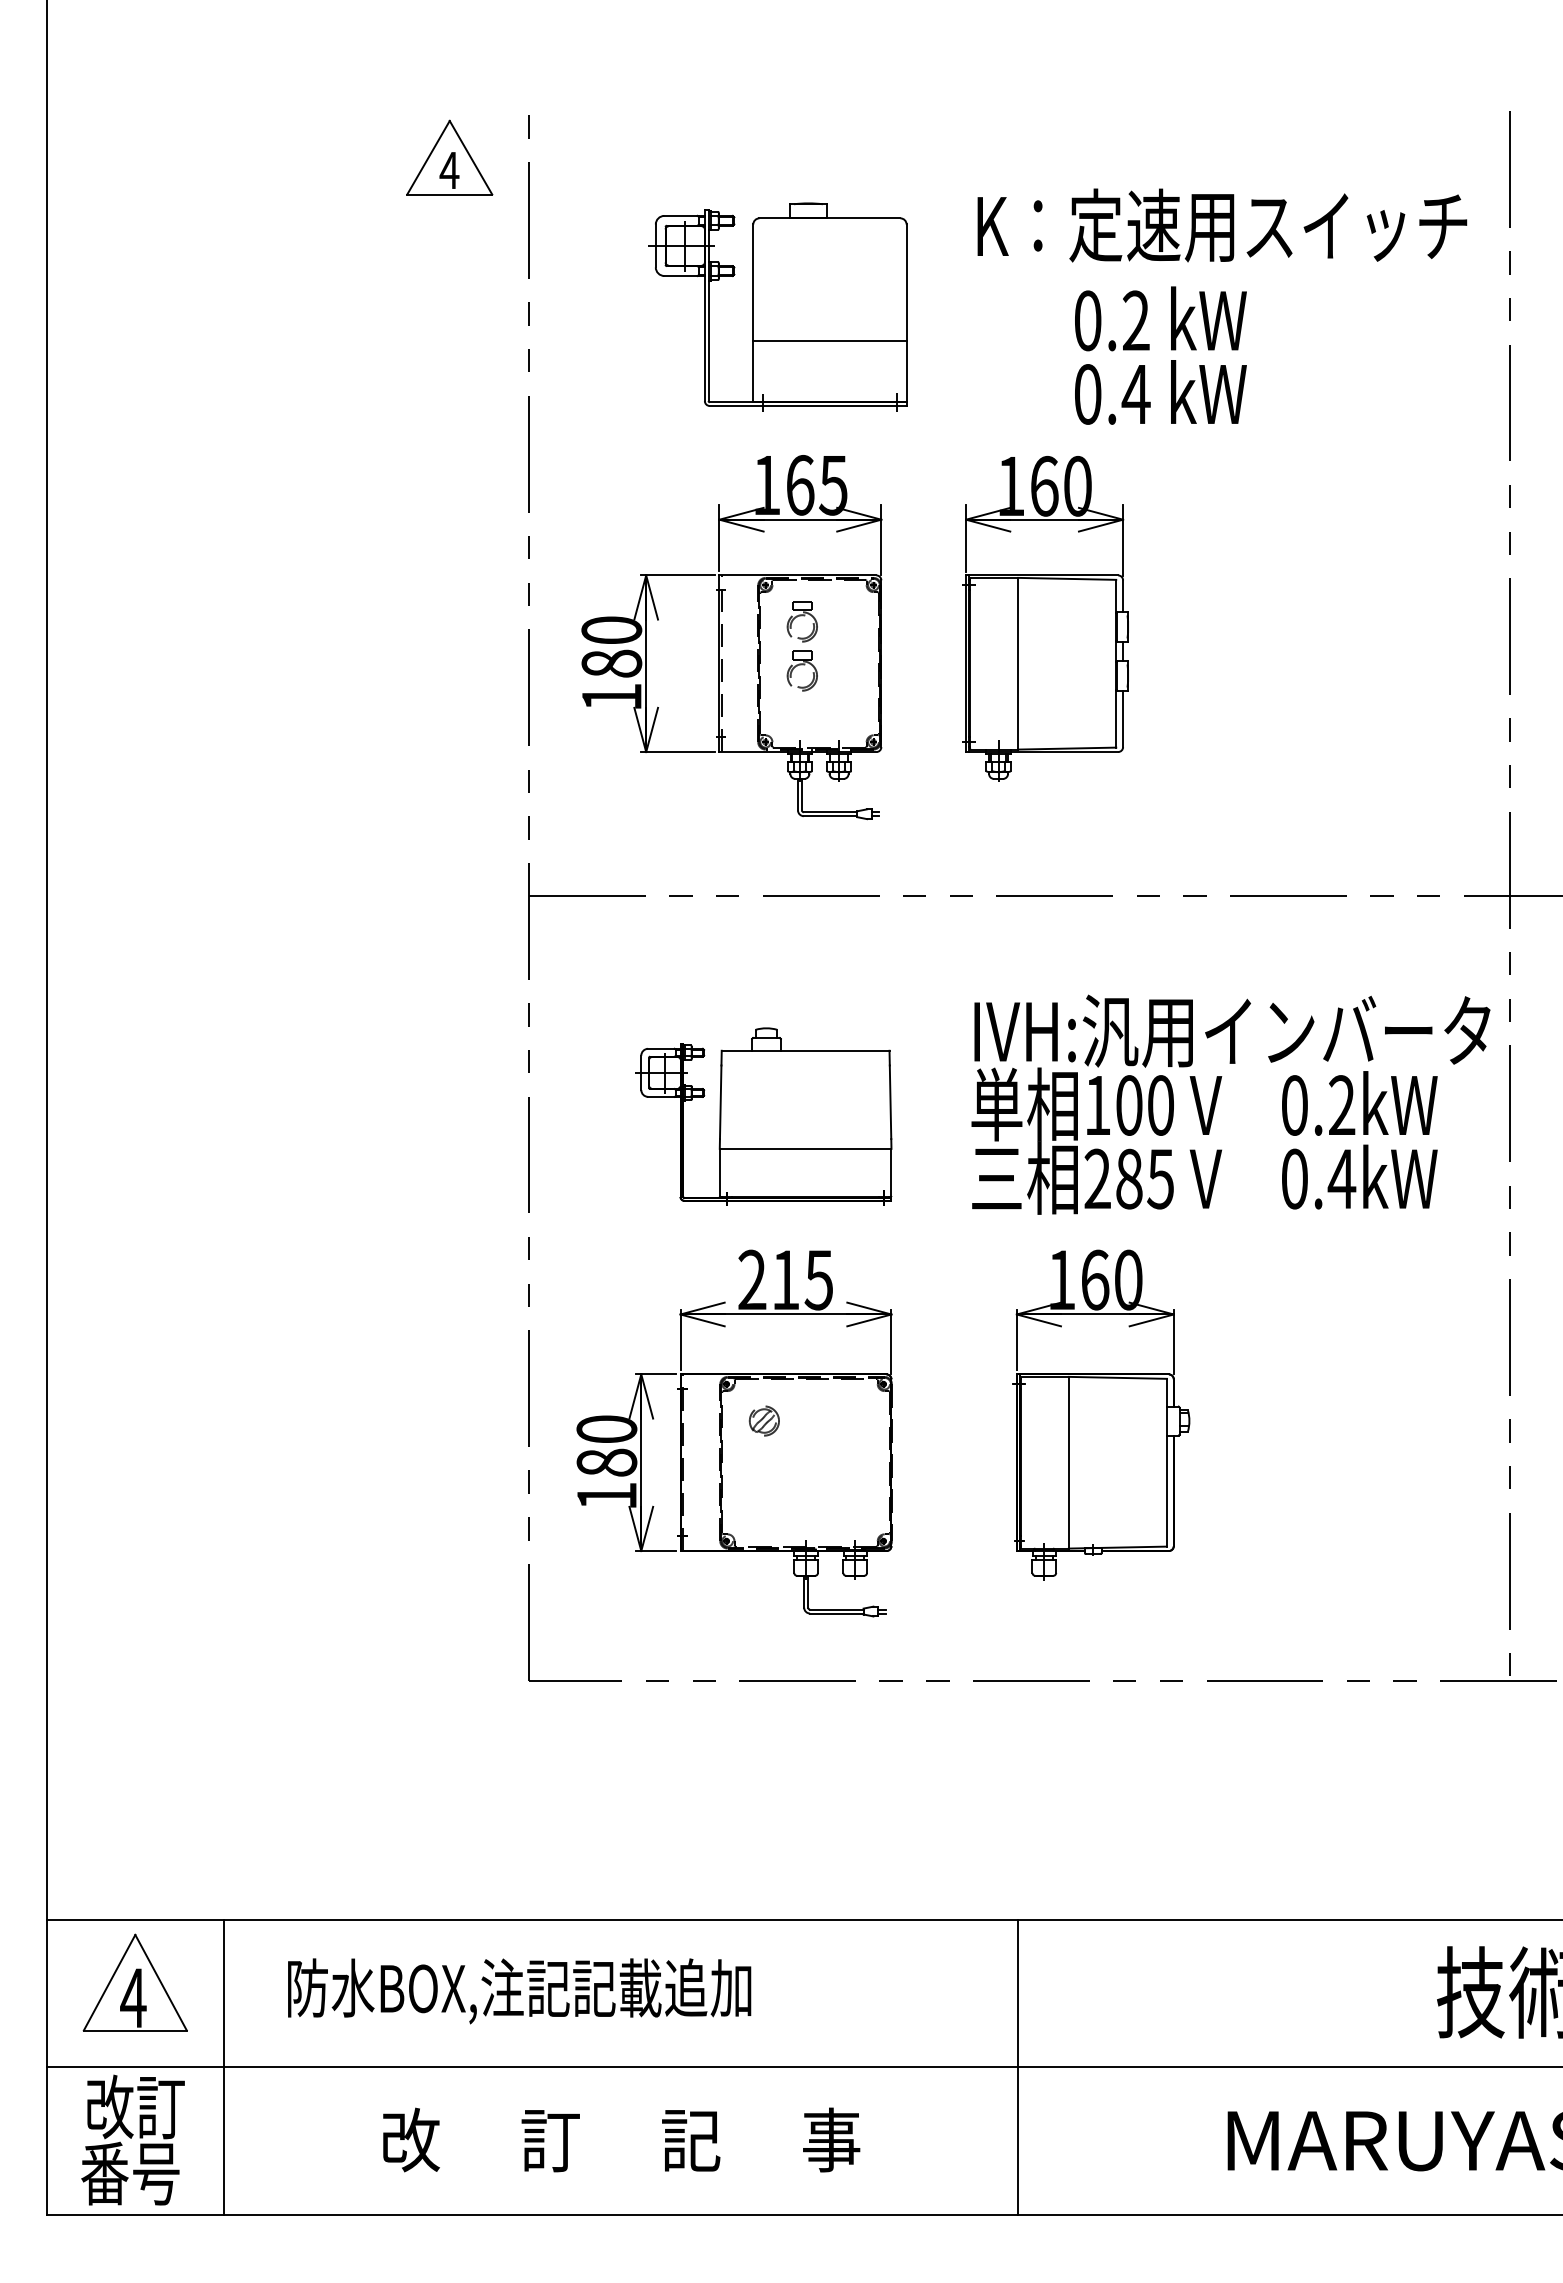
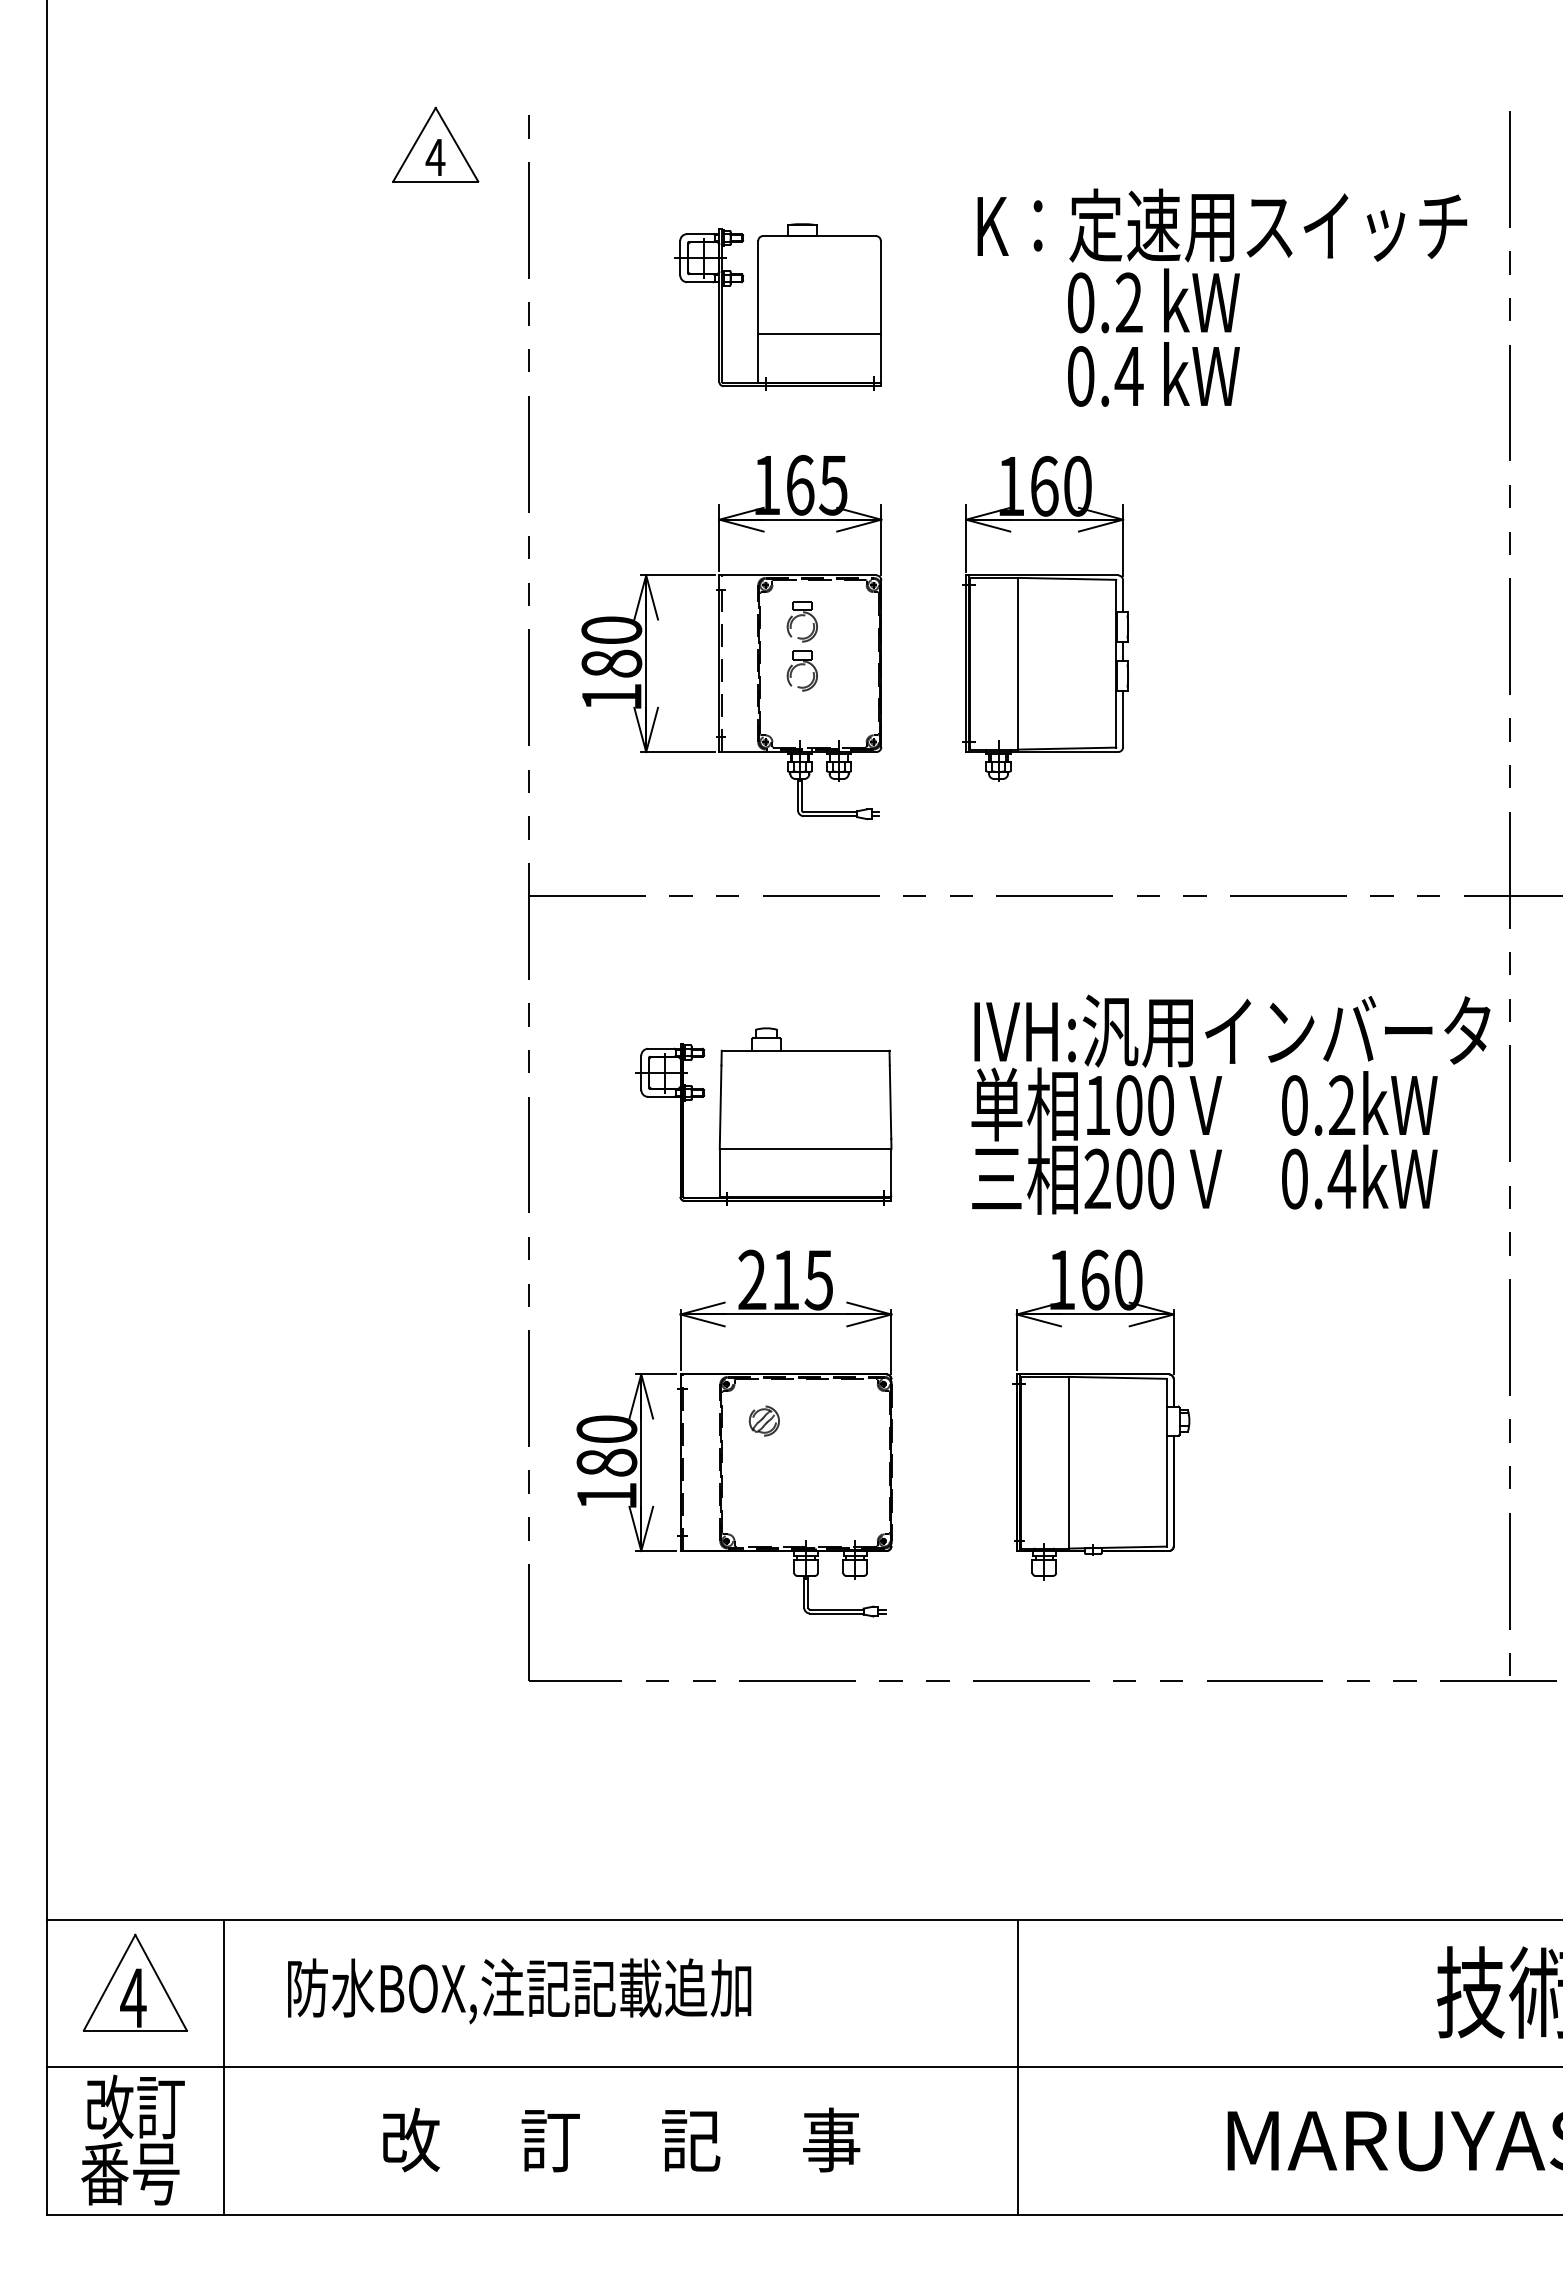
part at (449, 157) position: (449, 157) -> (435, 144)
part at (777, 306) size: 260x210 px -> 208x168 px
text at (1160, 355) position: (1160, 355) -> (1153, 337)
text at (1144, 1178): 285 -> 200
